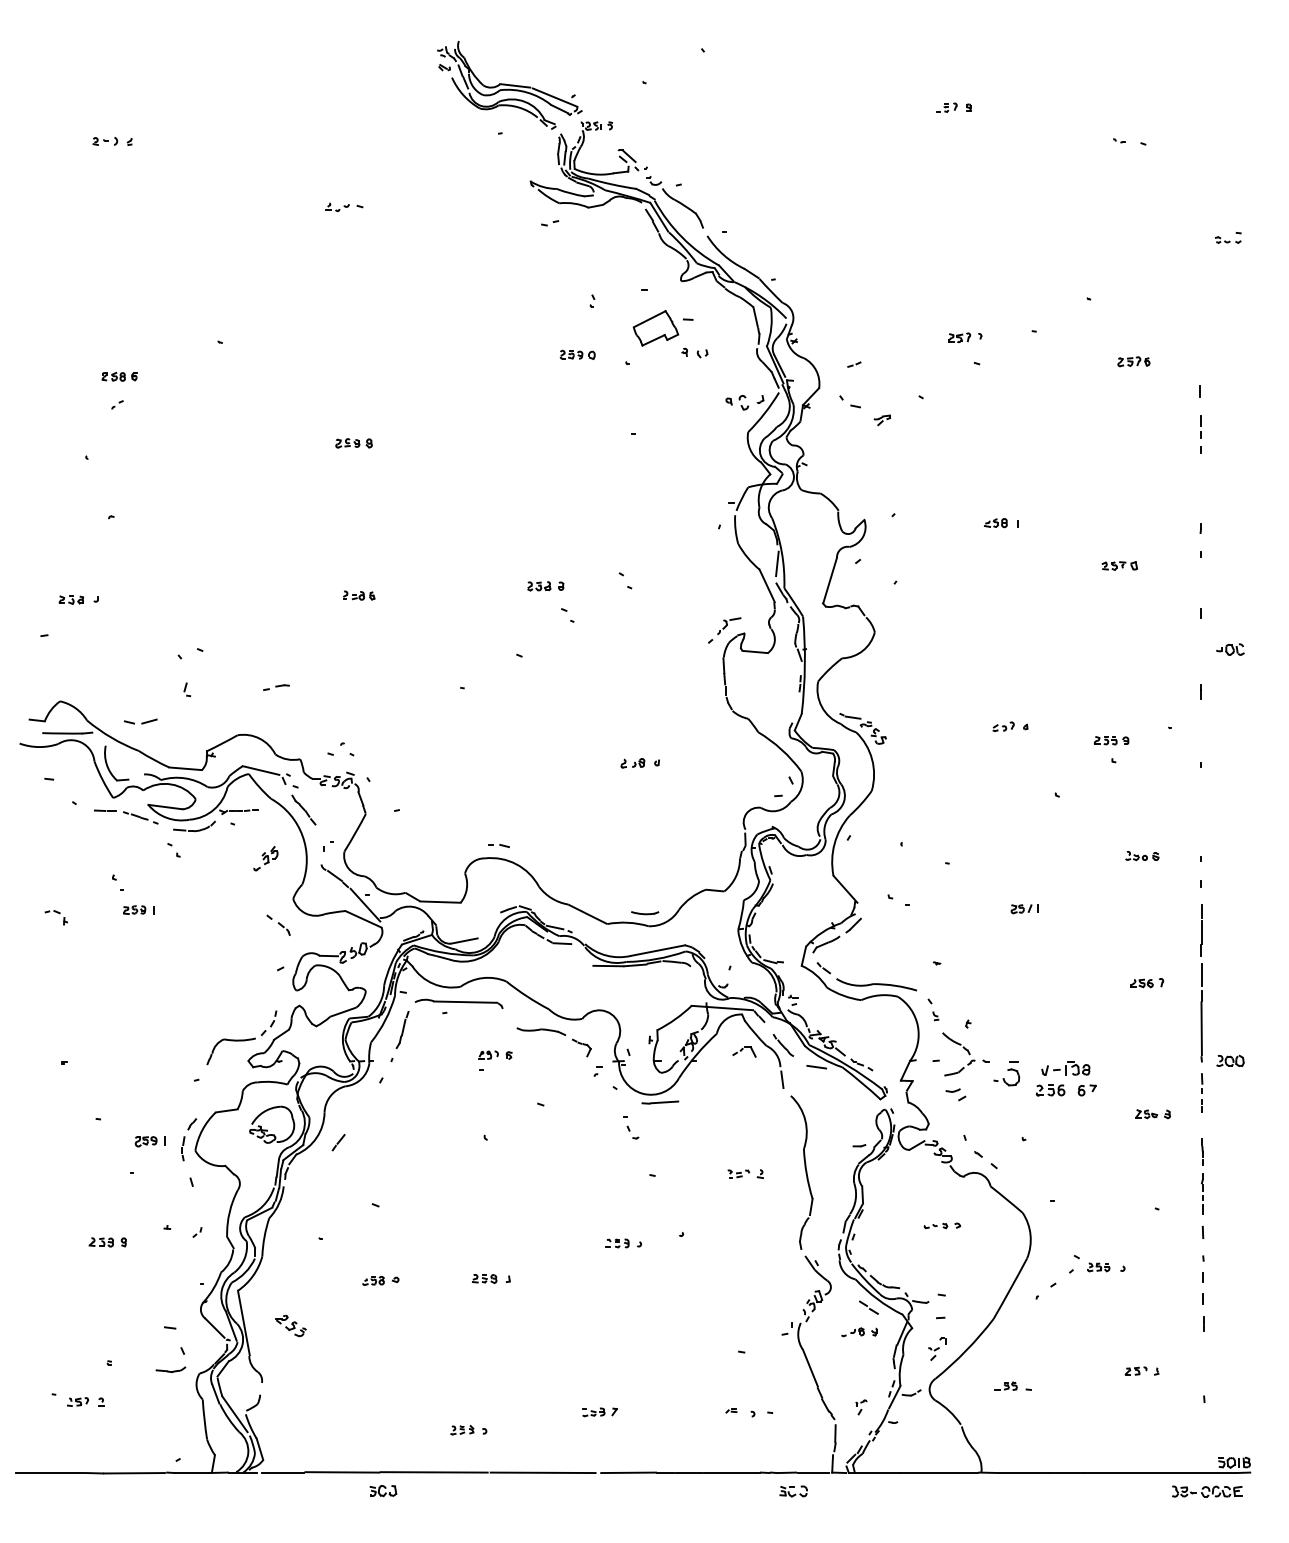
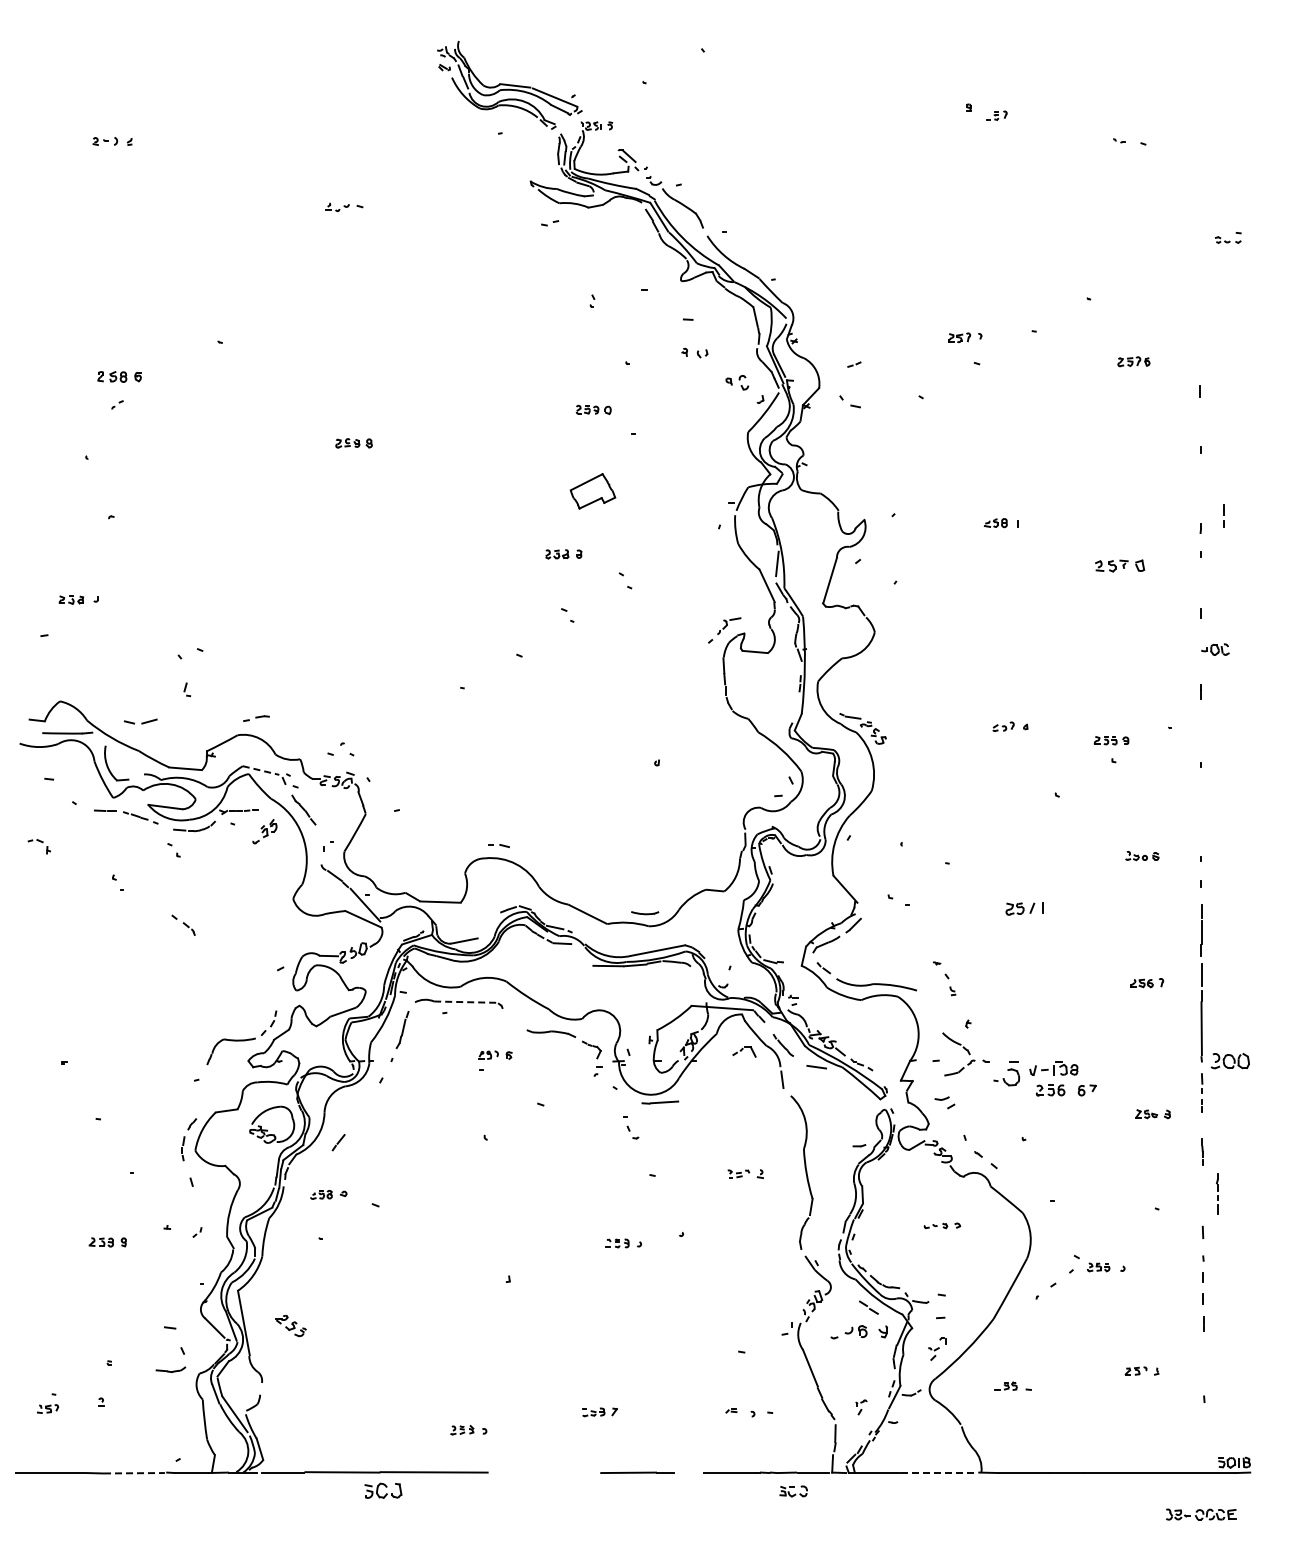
part at (946, 107) position: (946, 107) -> (996, 115)
part at (655, 328) position: (655, 328) -> (592, 491)
part at (577, 354) position: (577, 354) -> (593, 409)
part at (119, 376) size: 37x11 px -> 45x12 px
part at (737, 402) position: (737, 402) -> (737, 382)
part at (882, 420): present -> none
line at (1200, 426) position: (1200, 426) -> (1223, 515)
part at (1119, 565) size: 37x10 px -> 51x14 px
part at (545, 586) position: (545, 586) -> (563, 554)
part at (359, 595): present -> none
part at (1230, 649) position: (1230, 649) -> (1215, 649)
part at (276, 687) position: (276, 687) -> (256, 718)
part at (632, 763): present -> none
line at (261, 770): solid -> dashed
part at (265, 858) position: (265, 858) -> (264, 831)
part at (138, 909): present -> none
part at (1024, 909) size: 29x11 px -> 39x14 px
part at (55, 917) position: (55, 917) -> (38, 846)
part at (278, 924) position: (278, 924) -> (183, 924)
line at (465, 1002): solid -> dashed
part at (933, 1009) position: (933, 1009) -> (950, 984)
part at (555, 1032) position: (555, 1032) -> (565, 1034)
part at (1230, 1060) size: 29x13 px -> 40x17 px
part at (1065, 1068) position: (1065, 1068) -> (1053, 1068)
part at (955, 1094) position: (955, 1094) -> (944, 1102)
part at (149, 1141): present -> none
part at (1202, 1193) position: (1202, 1193) -> (1217, 1193)
part at (484, 1278): present -> none
part at (380, 1280) position: (380, 1280) -> (328, 1194)
part at (859, 1332) size: 37x11 px -> 58x15 px
part at (78, 1401) position: (78, 1401) -> (48, 1408)
line at (542, 1472): present -> none
line at (689, 1472): present -> none
line at (939, 1472): solid -> dashed
line at (134, 1473): solid -> dashed
part at (383, 1491) size: 29x13 px -> 39x17 px
part at (1207, 1491) position: (1207, 1491) -> (1201, 1514)
